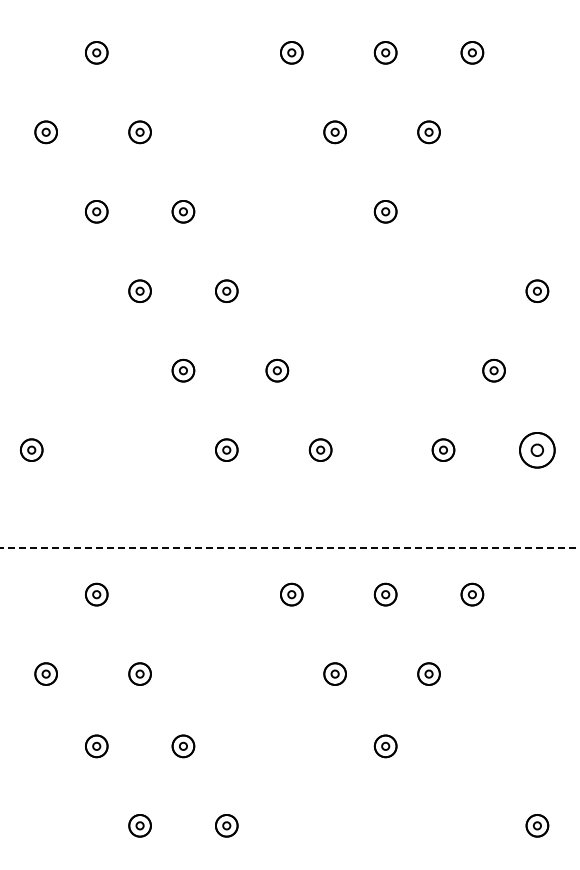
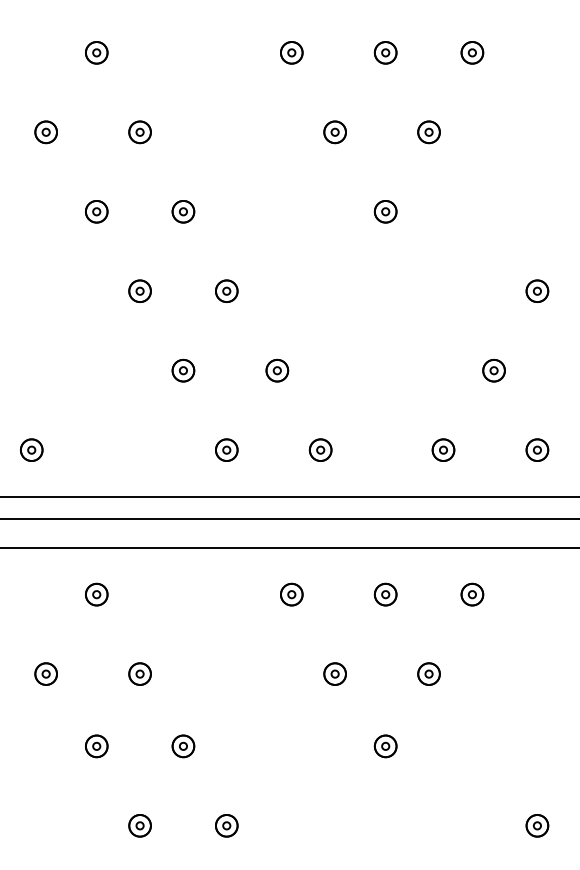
part at (537, 450) size: 37x37 px -> 25x24 px
line at (289, 497): none -> present
line at (289, 518): none -> present
line at (289, 547): dashed -> solid
